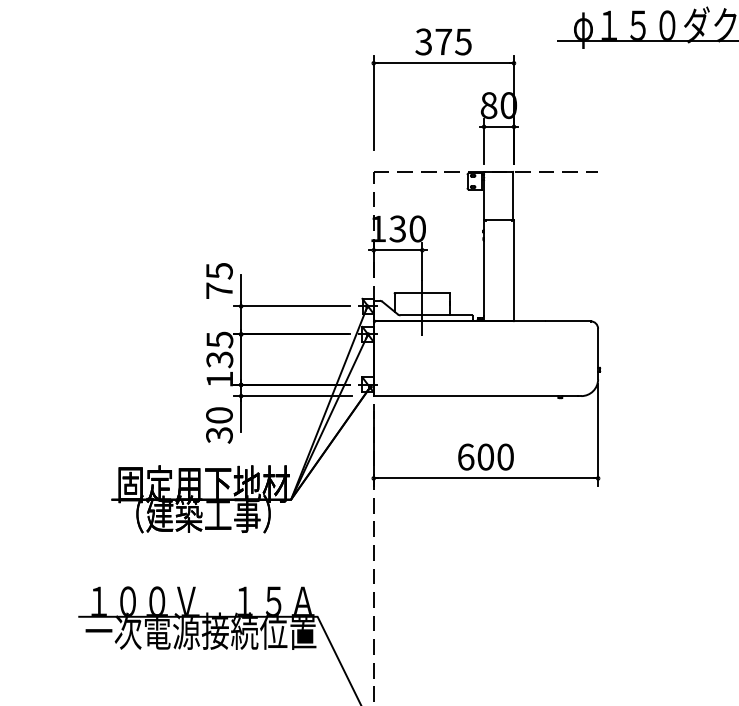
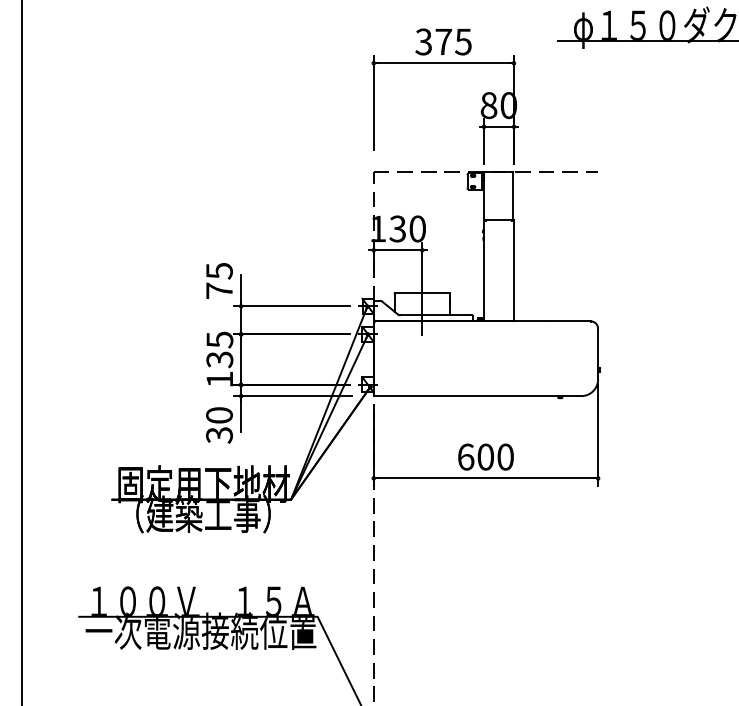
line at (22, 352): none -> present
